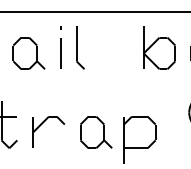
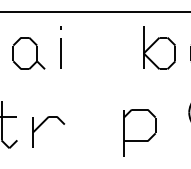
part at (80, 47): present -> none
part at (96, 132): present -> none
part at (139, 139) position: (139, 139) -> (139, 132)
